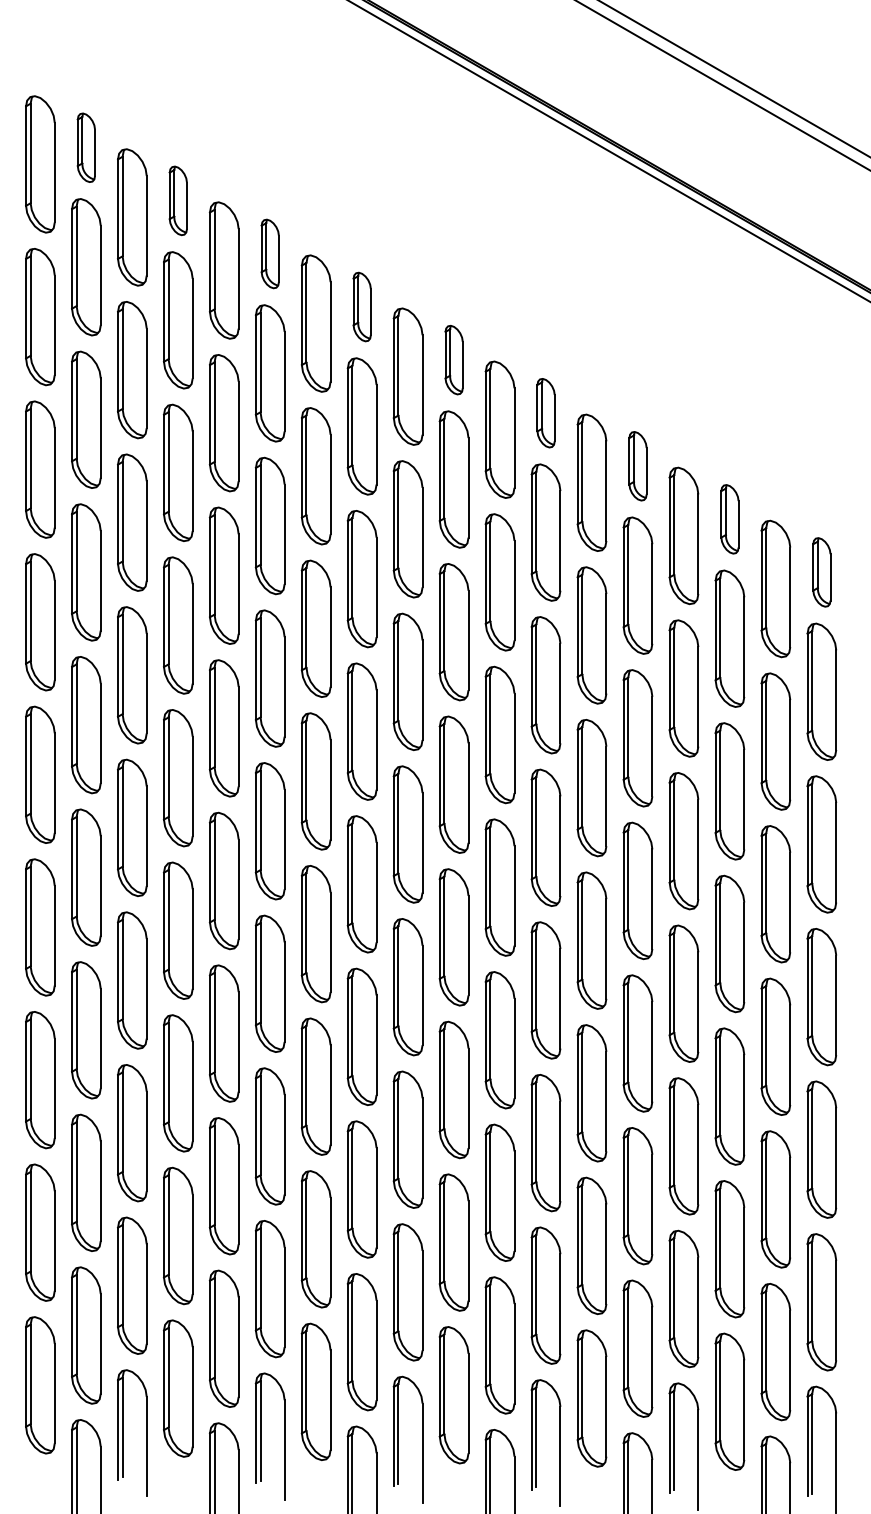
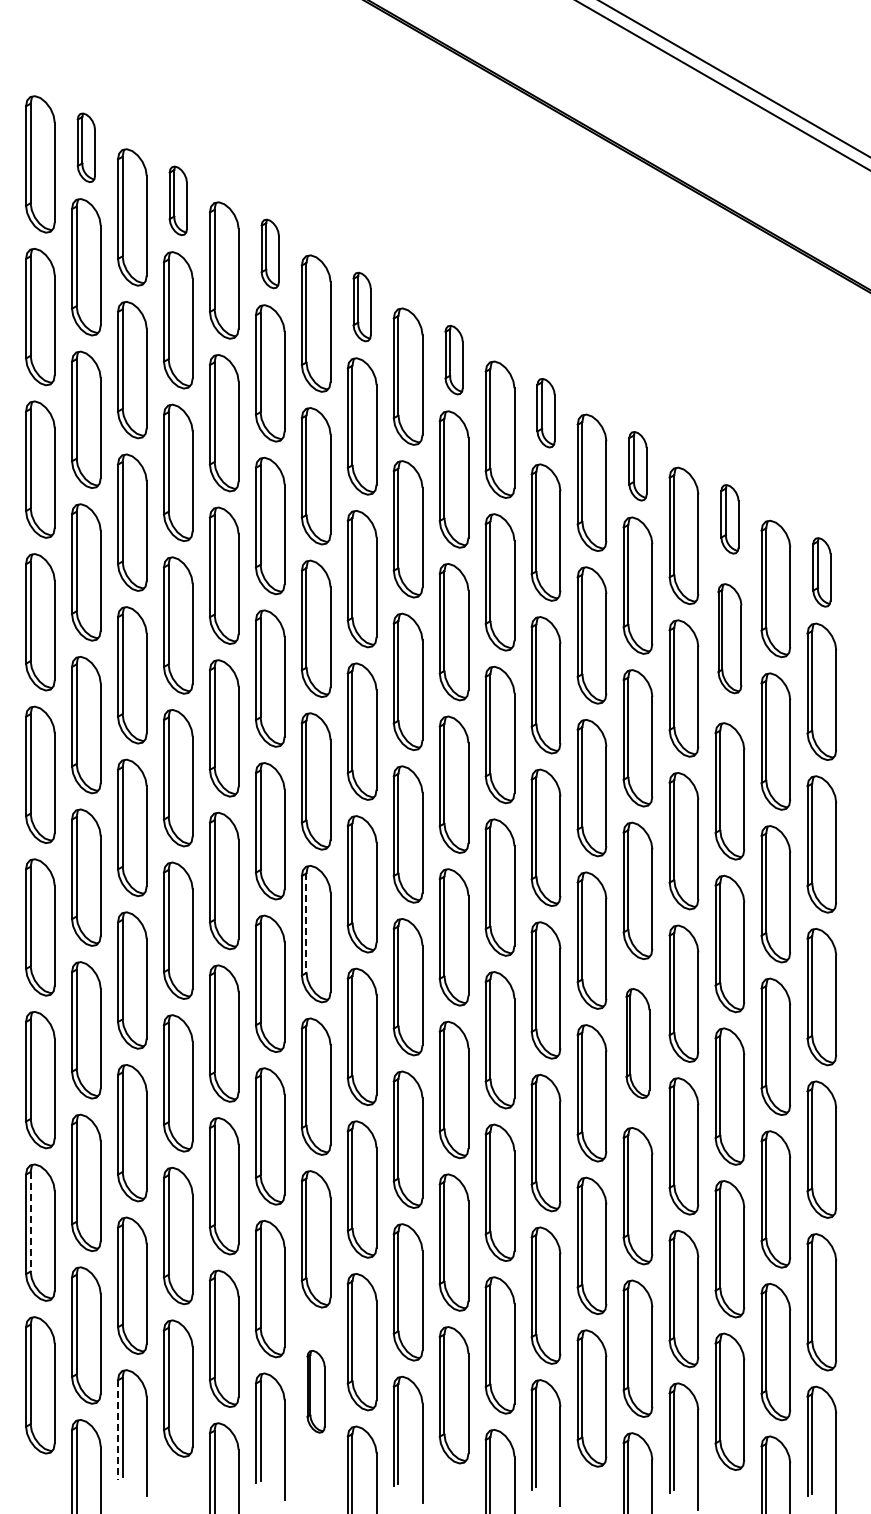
line at (609, 151): present -> none
part at (729, 638) size: 32x139 px -> 26x112 px
line at (306, 923): solid -> dashed
part at (637, 1043) size: 32x139 px -> 26x111 px
line at (30, 1221): solid -> dashed
part at (315, 1391) size: 32x139 px -> 20x84 px
line at (118, 1430): solid -> dashed
